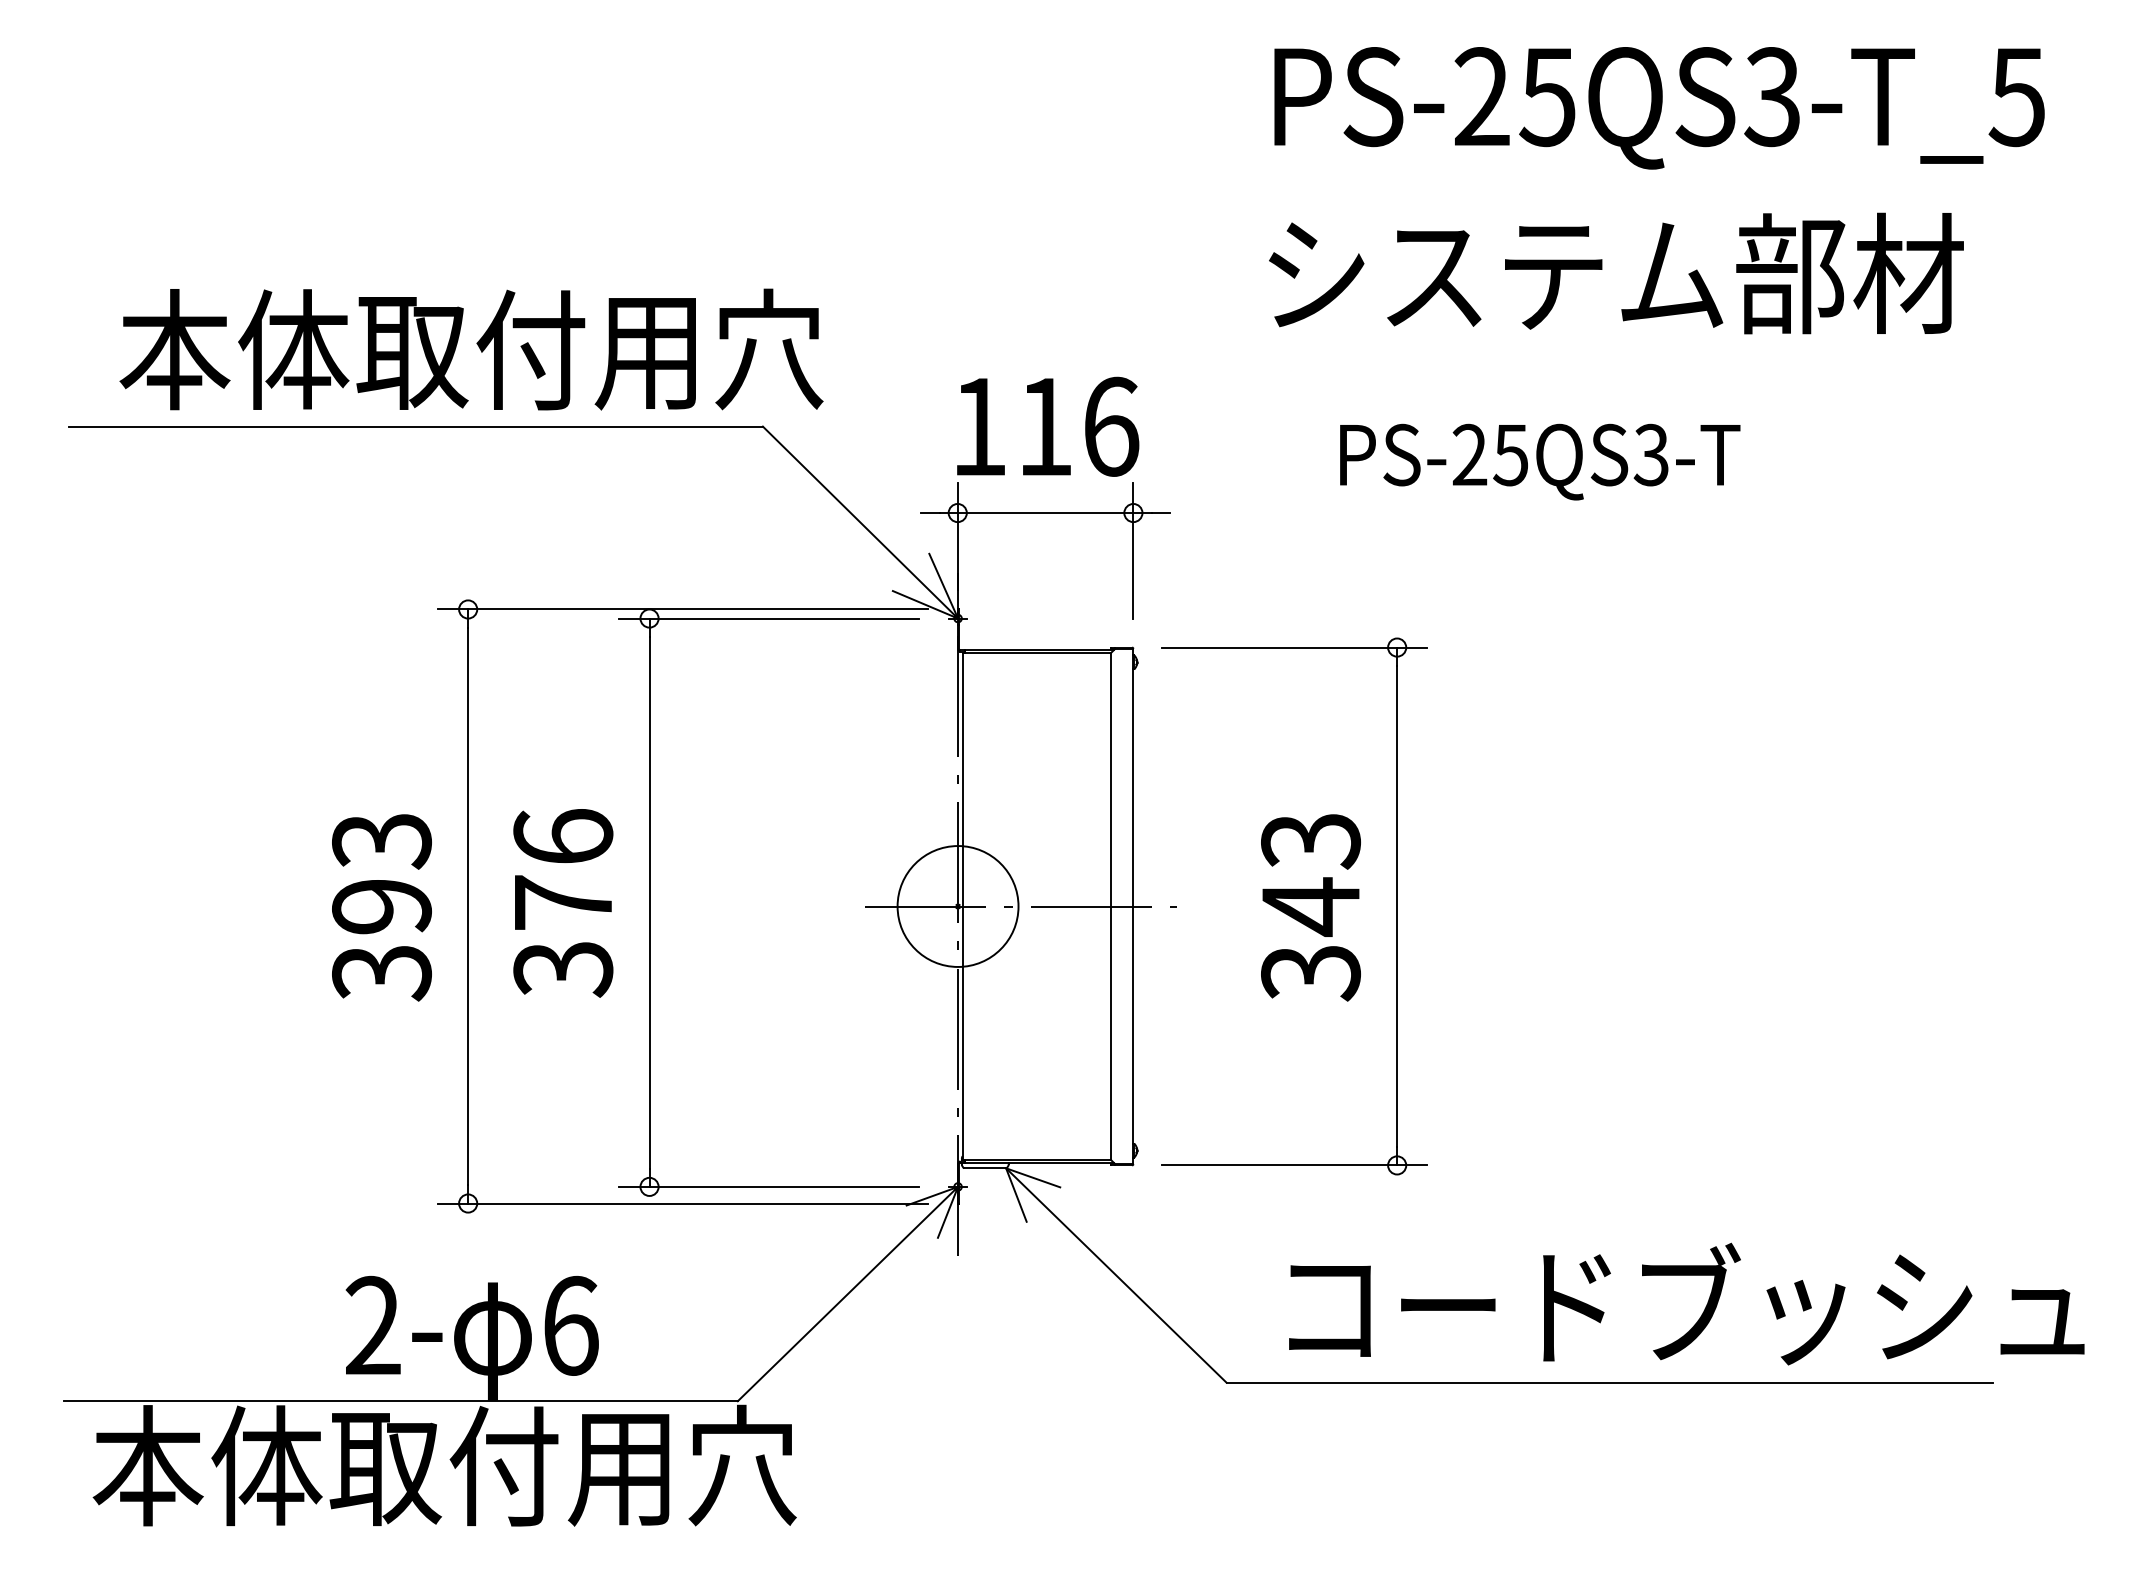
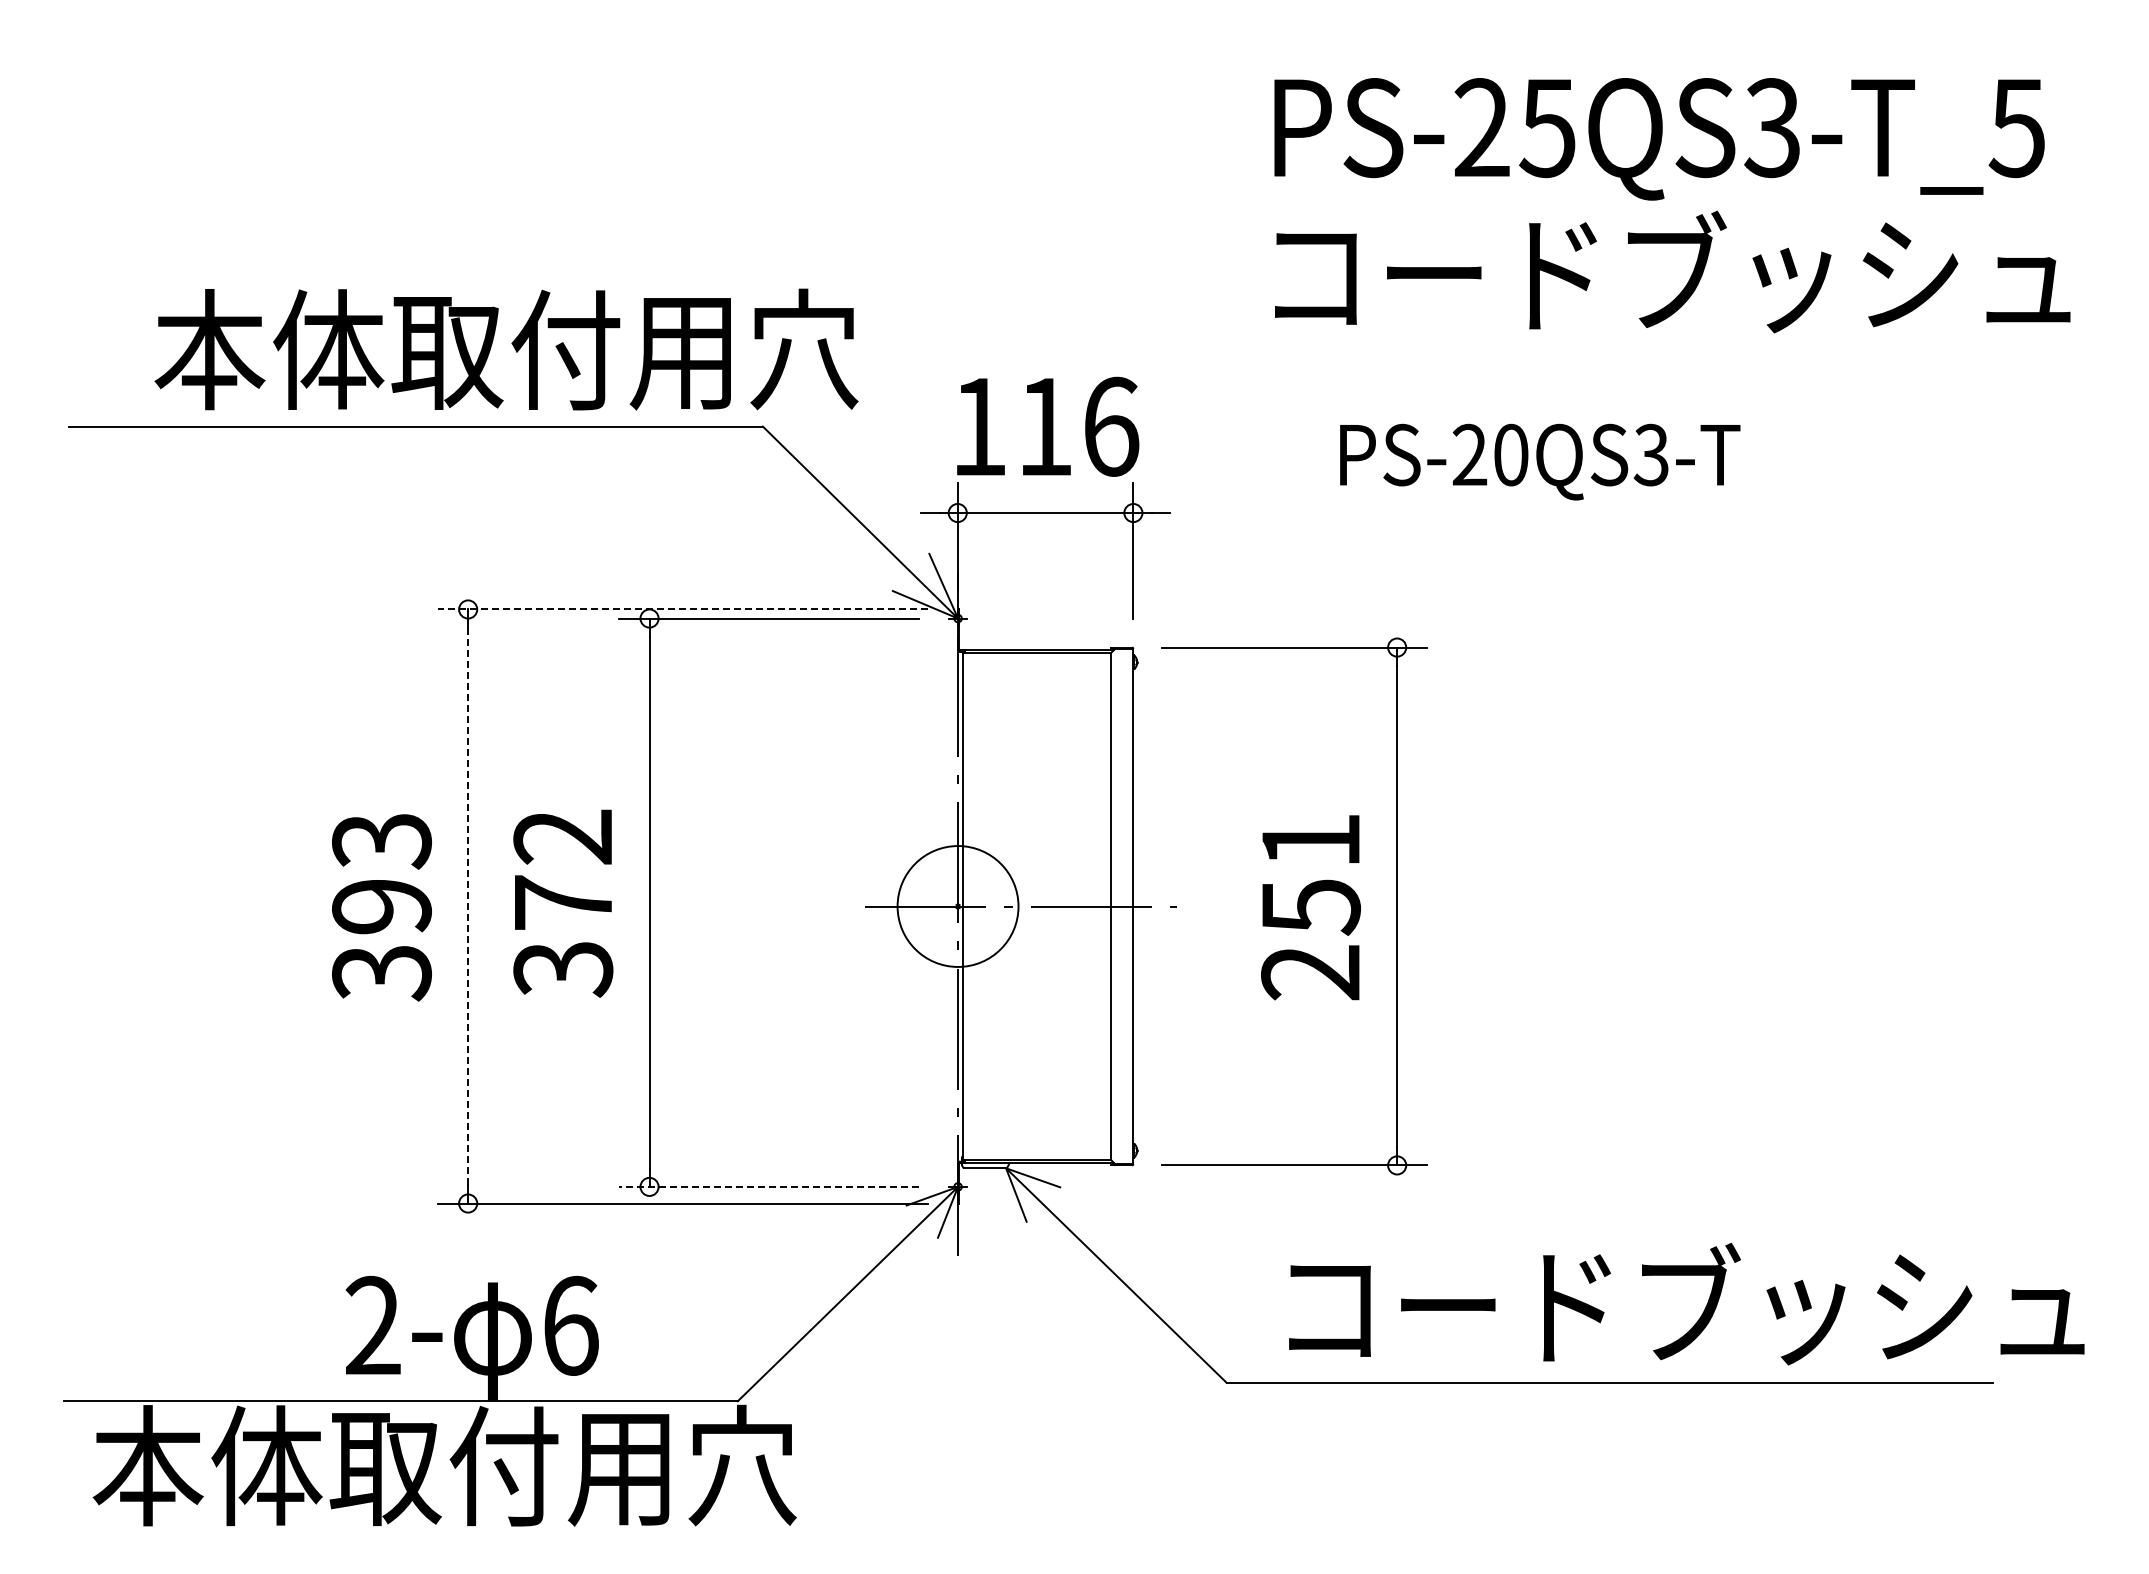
text at (1659, 108) position: (1659, 108) -> (1659, 139)
text at (1669, 272): システム部材 -> コードブッシュ
text at (471, 349) position: (471, 349) -> (506, 349)
text at (1510, 454): PS-25QS3-T -> PS-20QS3-T
line at (682, 609): solid -> dashed
text at (563, 836): 376 -> 372
line at (468, 906): solid -> dashed
text at (1311, 907): 343 -> 251
line at (768, 1186): solid -> dashed
